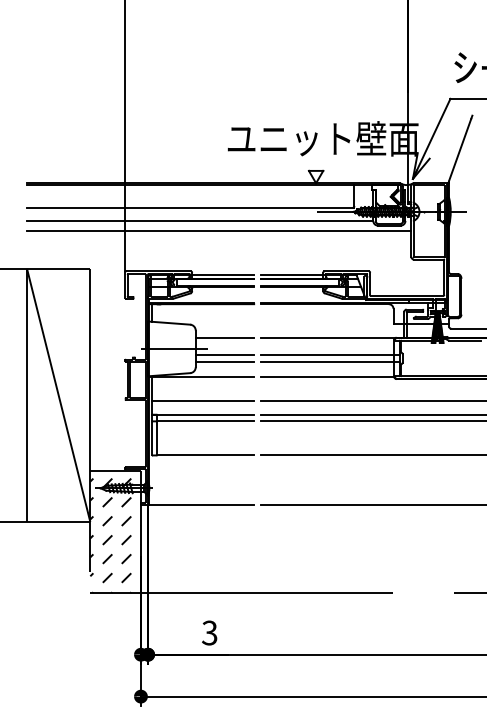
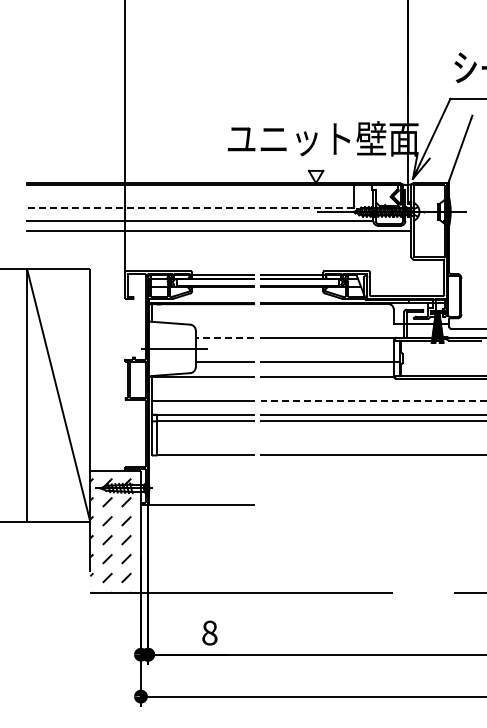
line at (190, 207): solid -> dashed
line at (224, 338): solid -> dashed
line at (224, 355): present -> none
line at (330, 355): present -> none
line at (373, 400): solid -> dashed
line at (372, 504): present -> none
text at (209, 632): 3 -> 8
